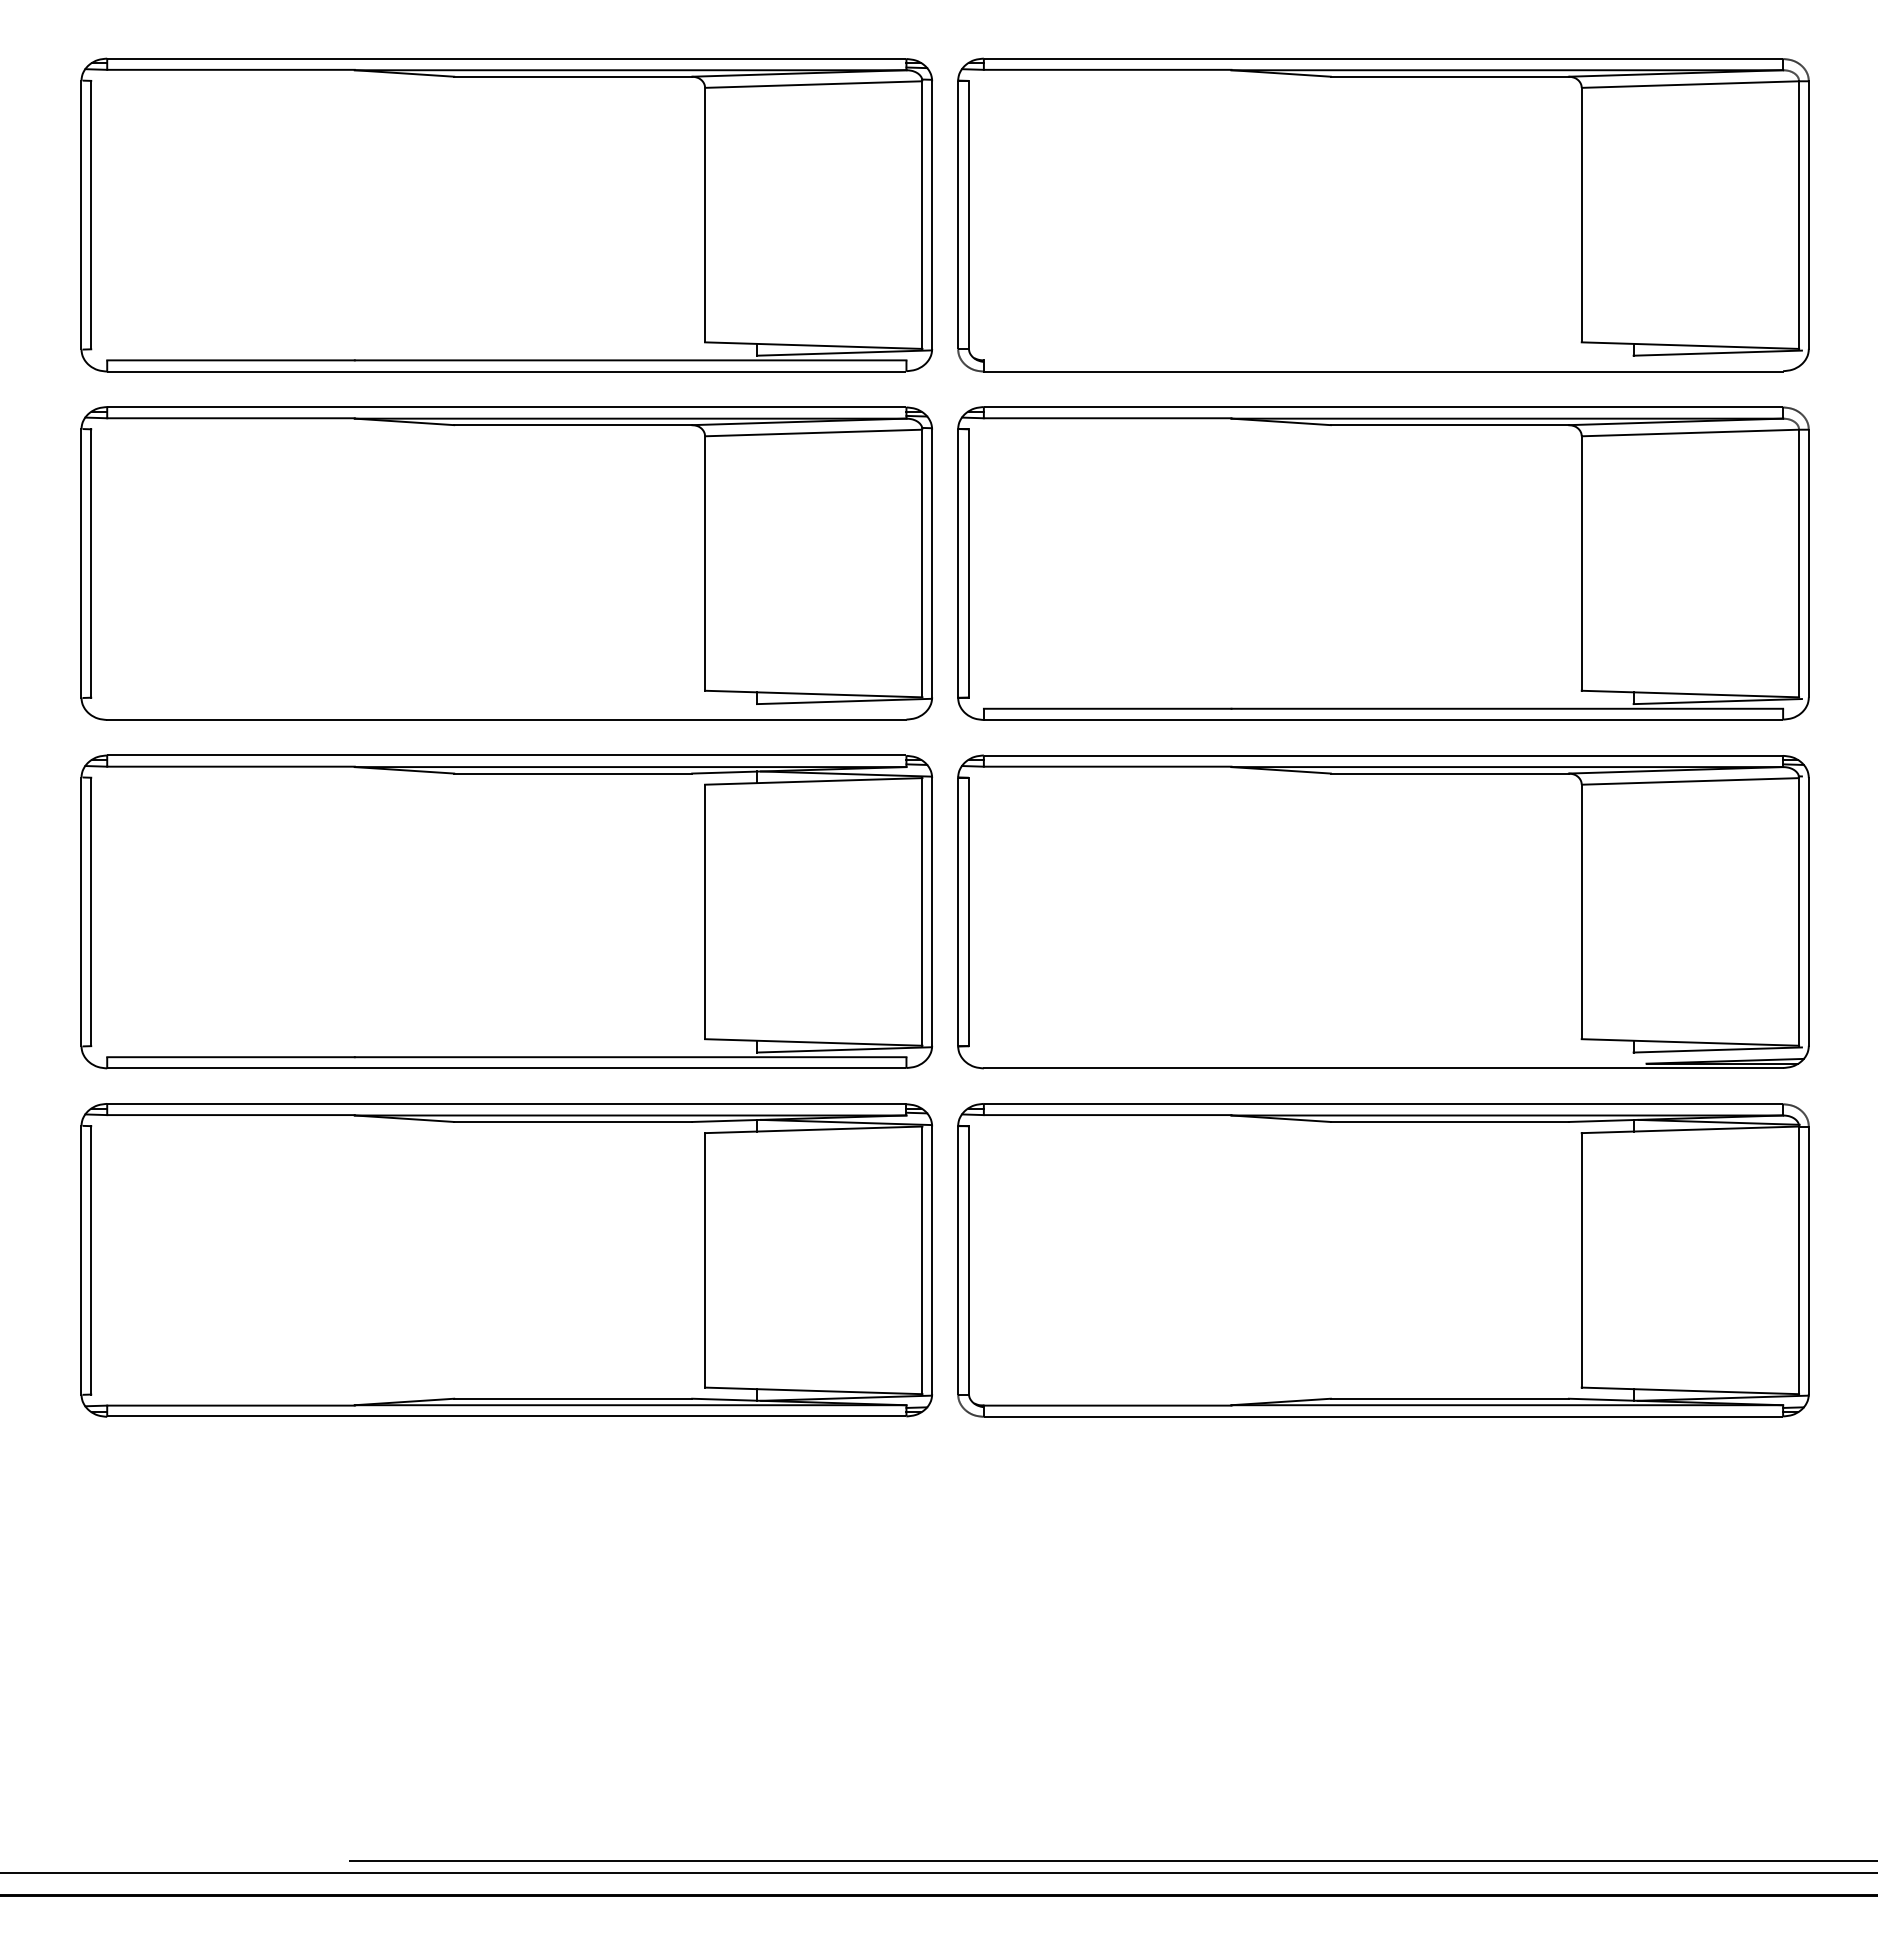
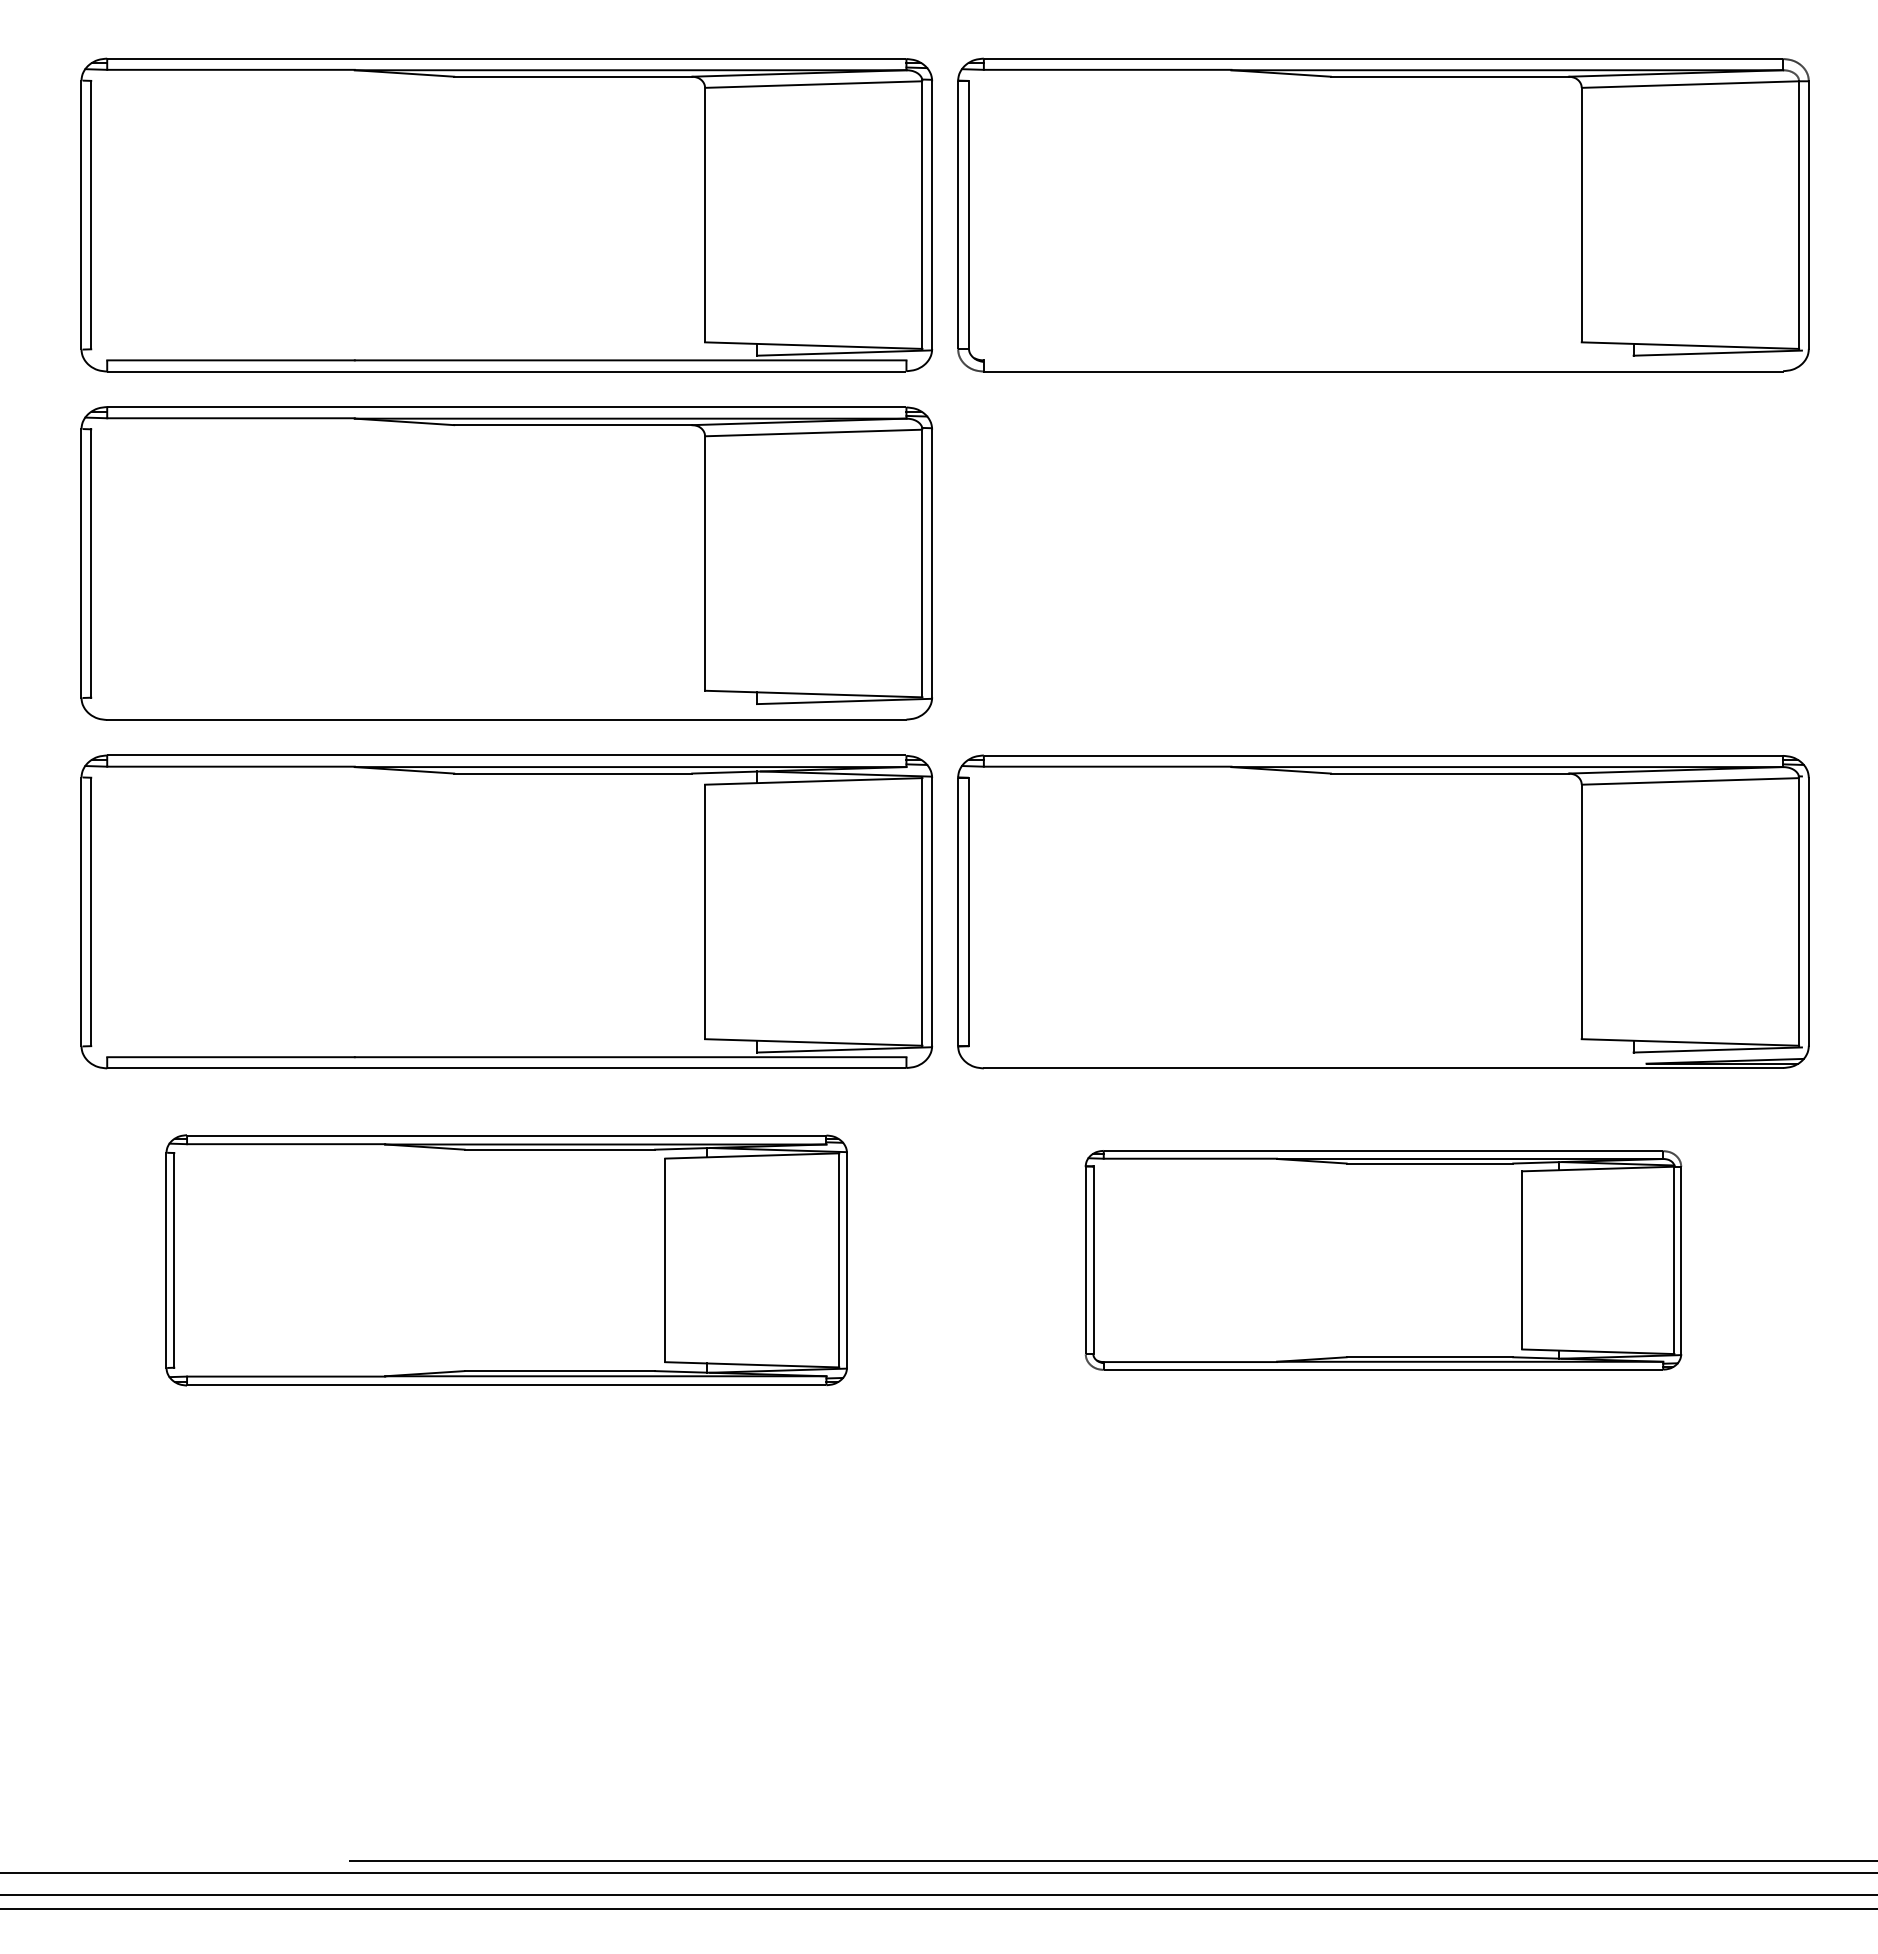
part at (1383, 563): present -> none
part at (506, 1260) size: 853x315 px -> 683x253 px
part at (1383, 1260) size: 853x315 px -> 599x221 px
line at (938, 1895) position: (938, 1895) -> (938, 1908)
